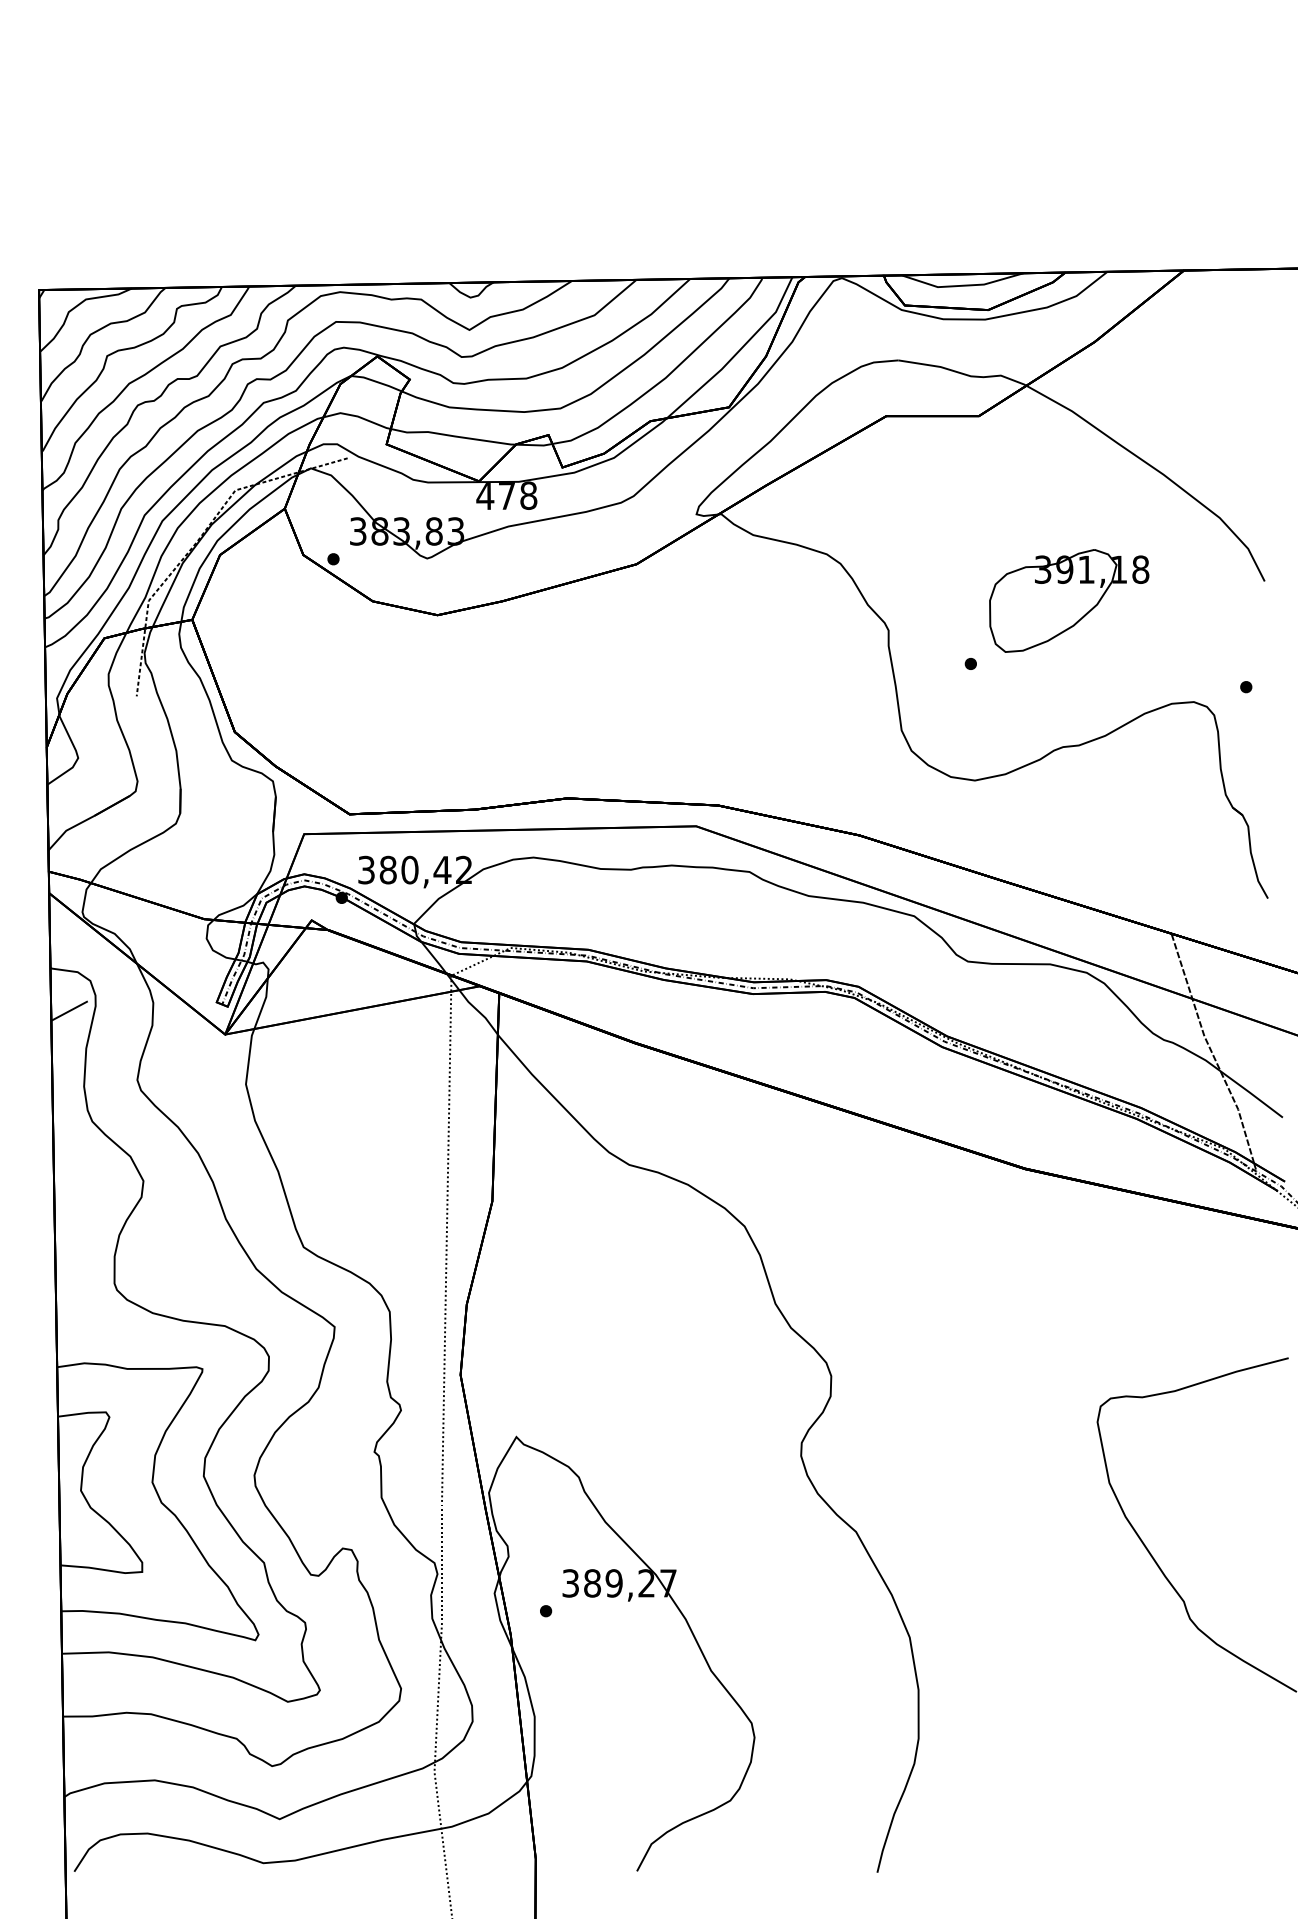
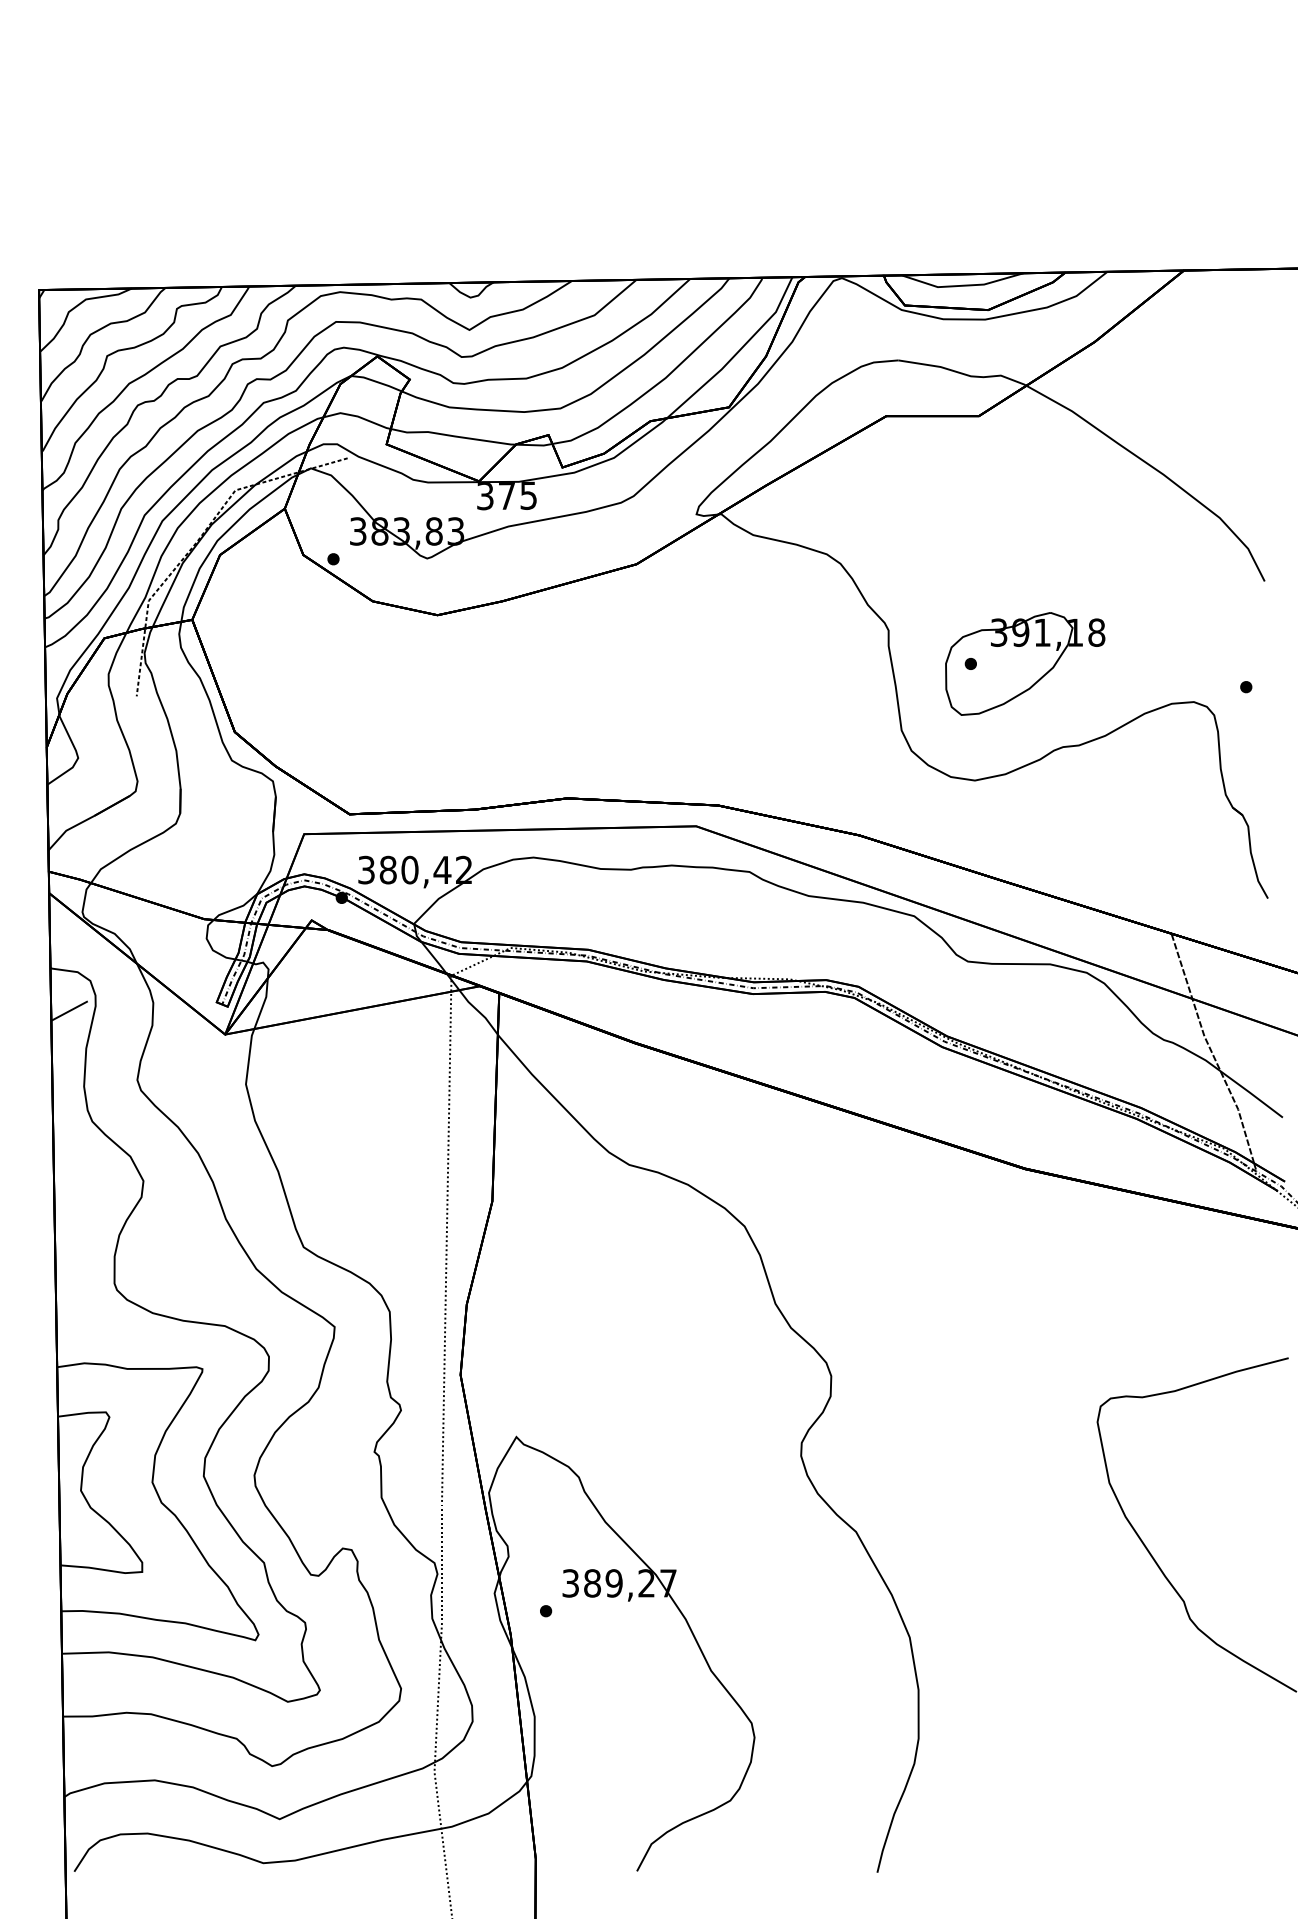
text at (506, 495): 478 -> 375
part at (1069, 600) position: (1069, 600) -> (1025, 663)
